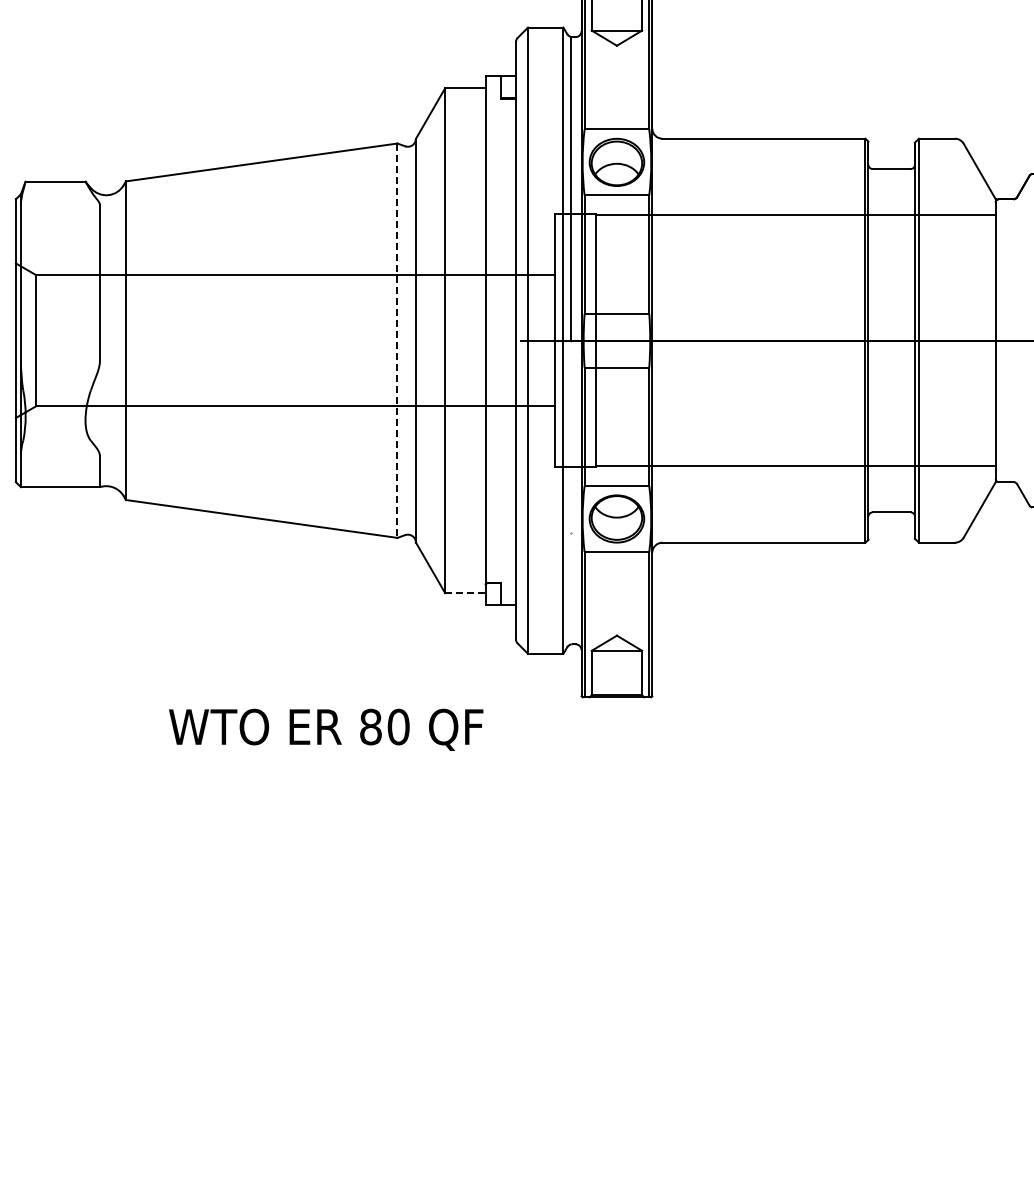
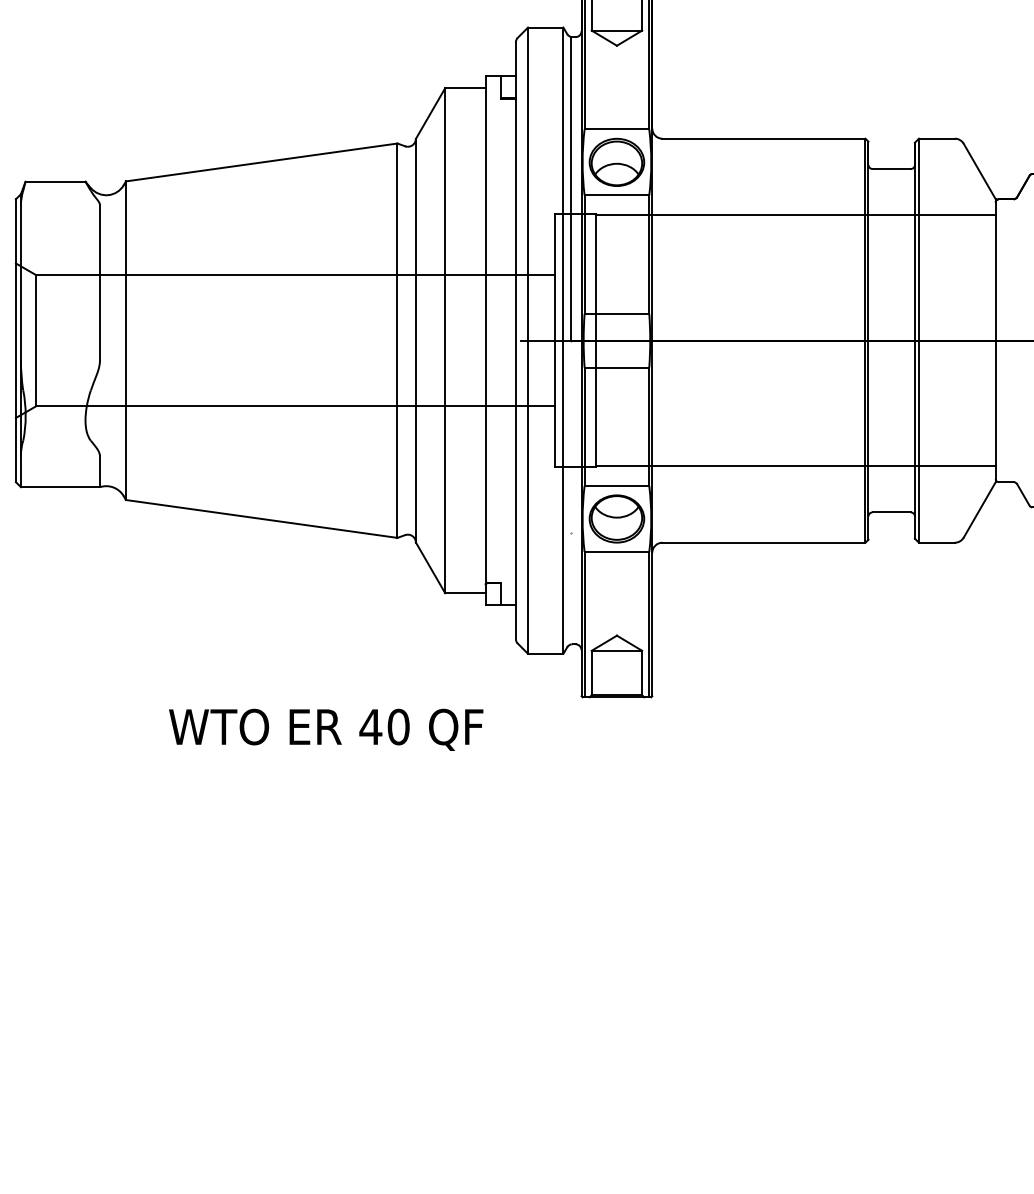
line at (397, 341): dashed -> solid
line at (465, 593): dashed -> solid
text at (370, 726): 80 -> 40
